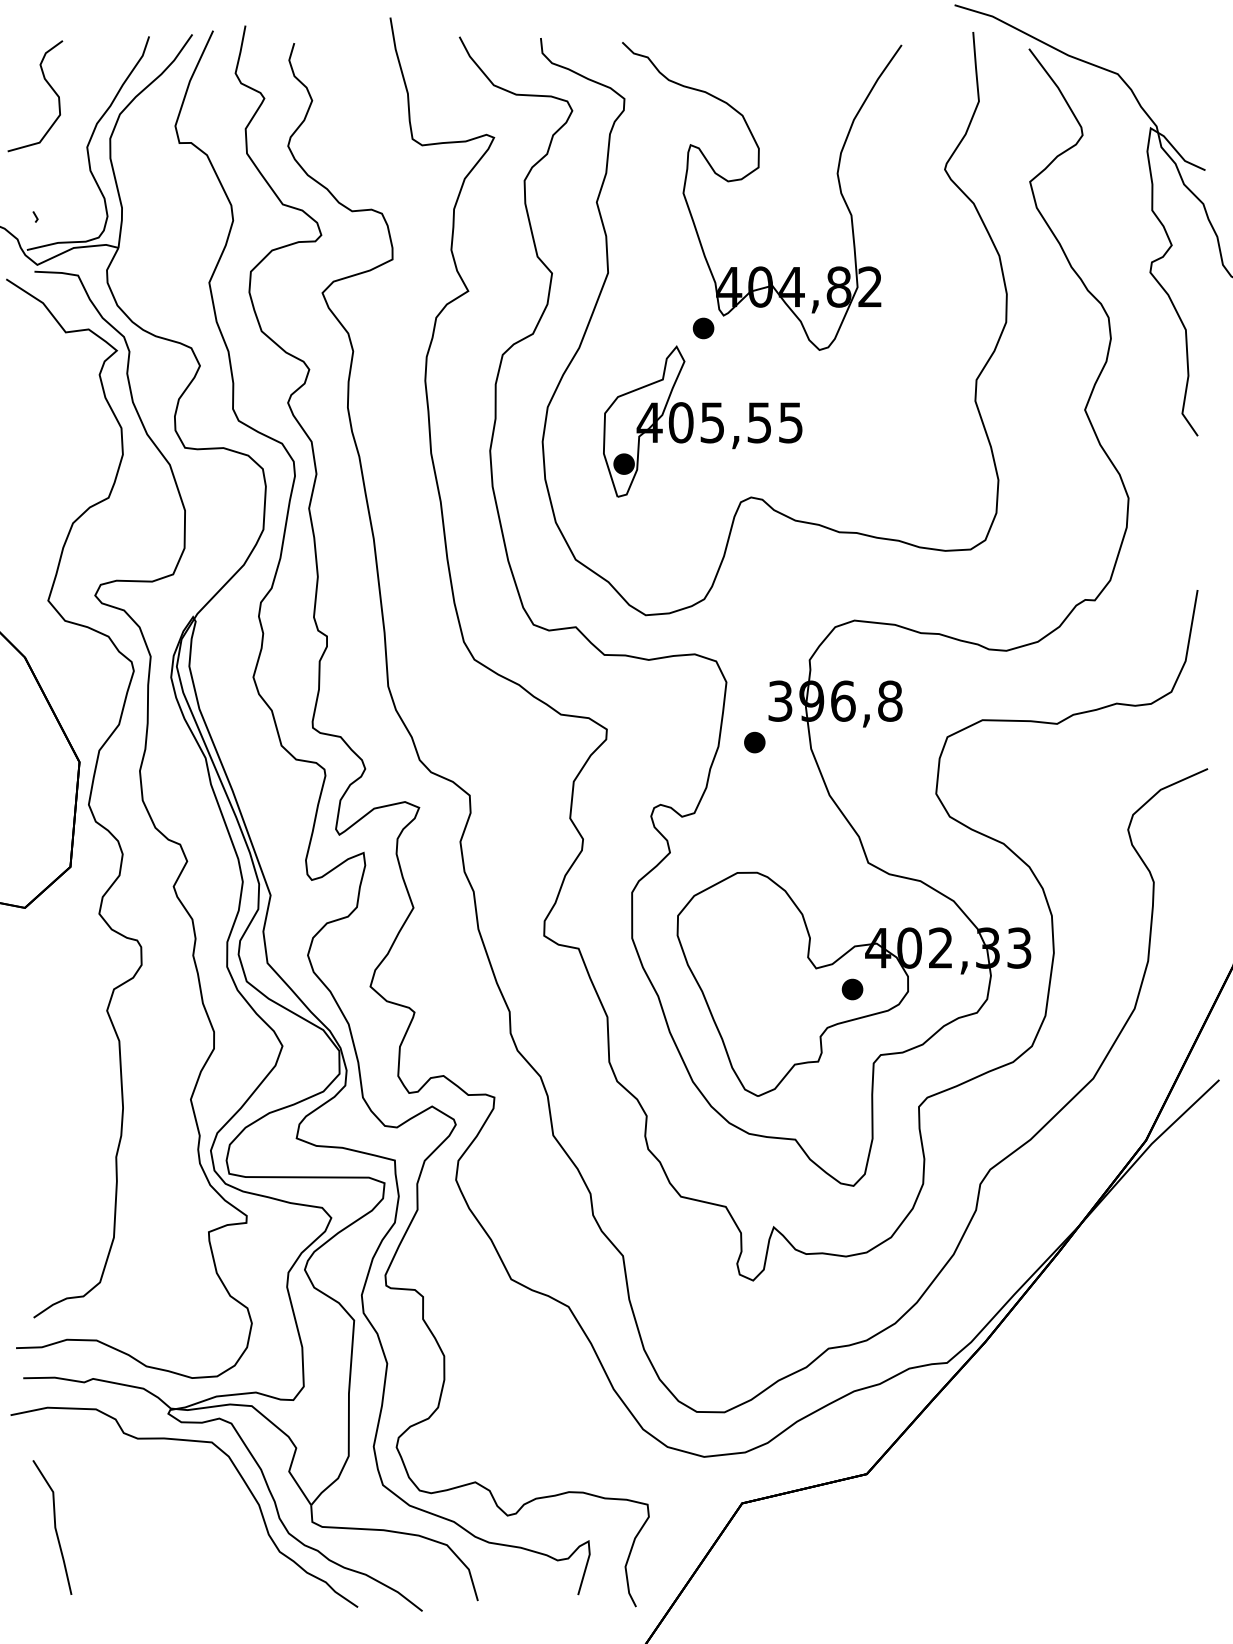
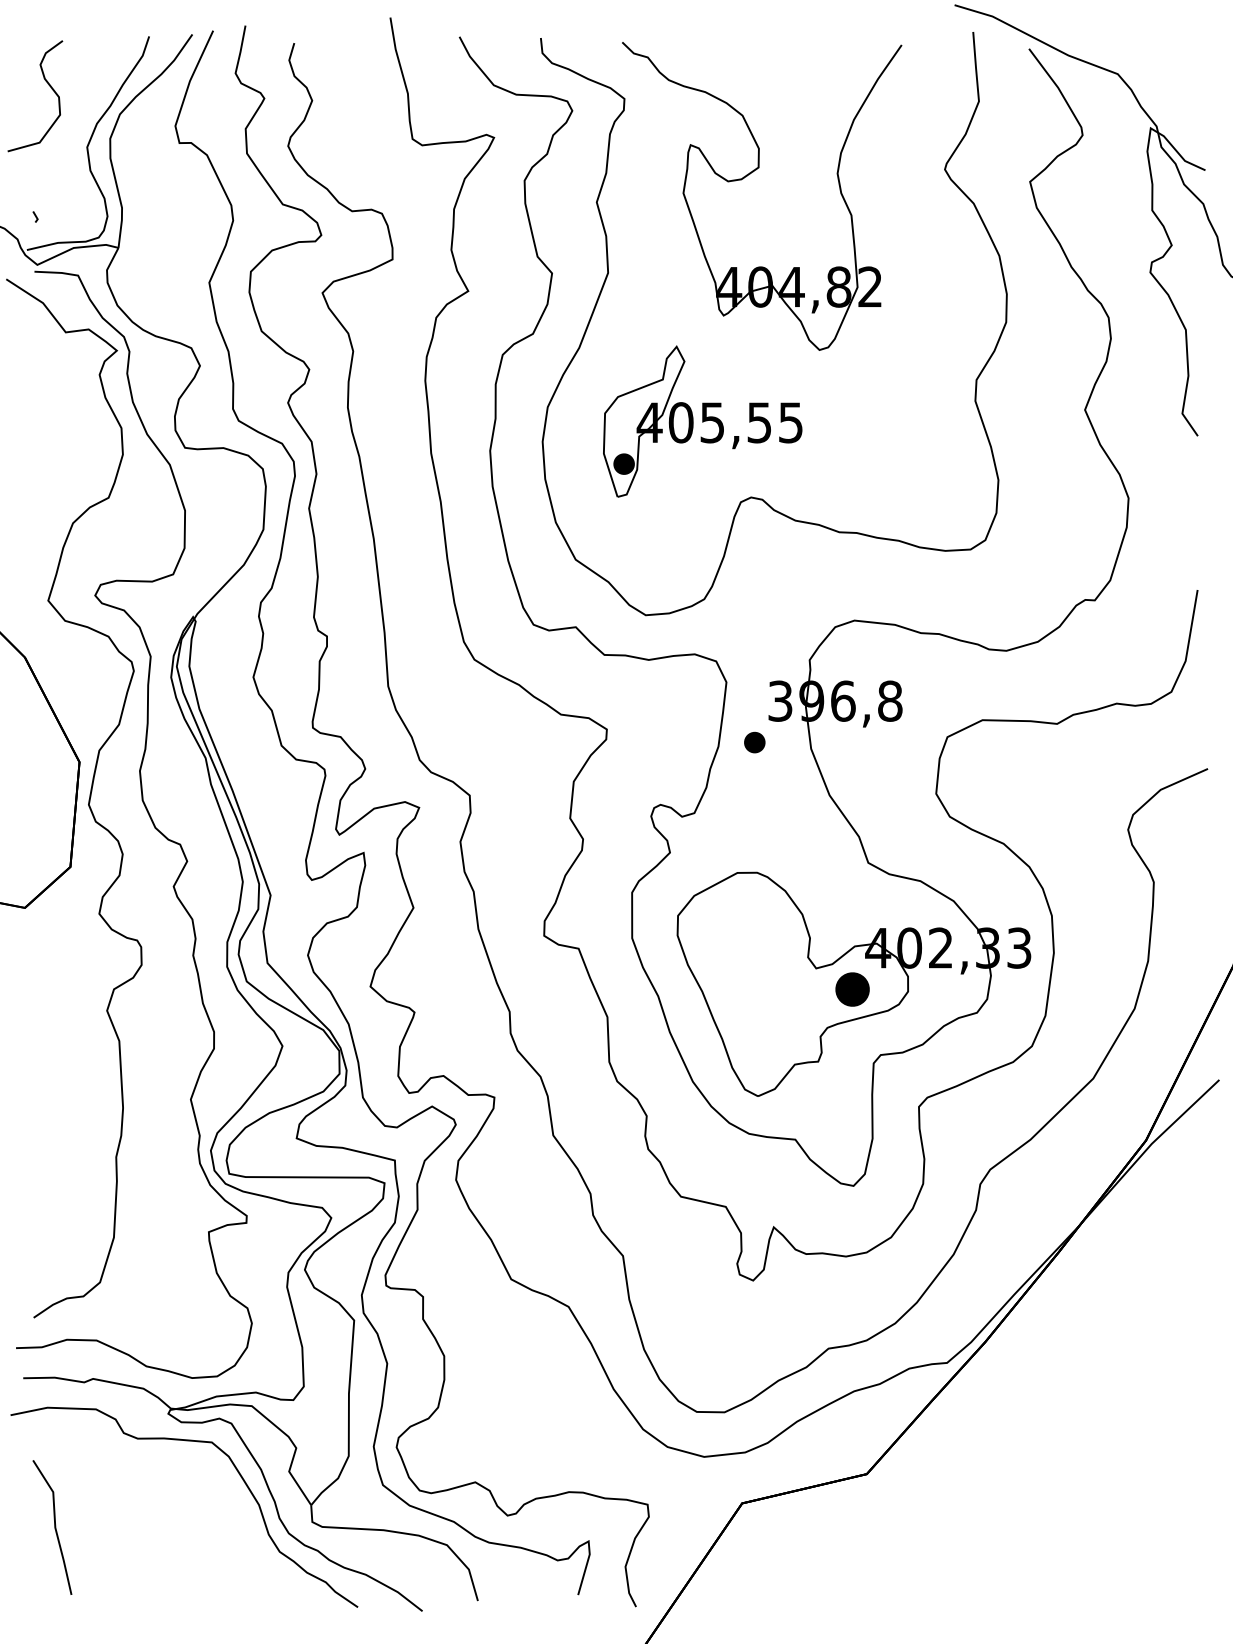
part at (703, 328): present -> none
part at (852, 989) size: 23x23 px -> 35x35 px
